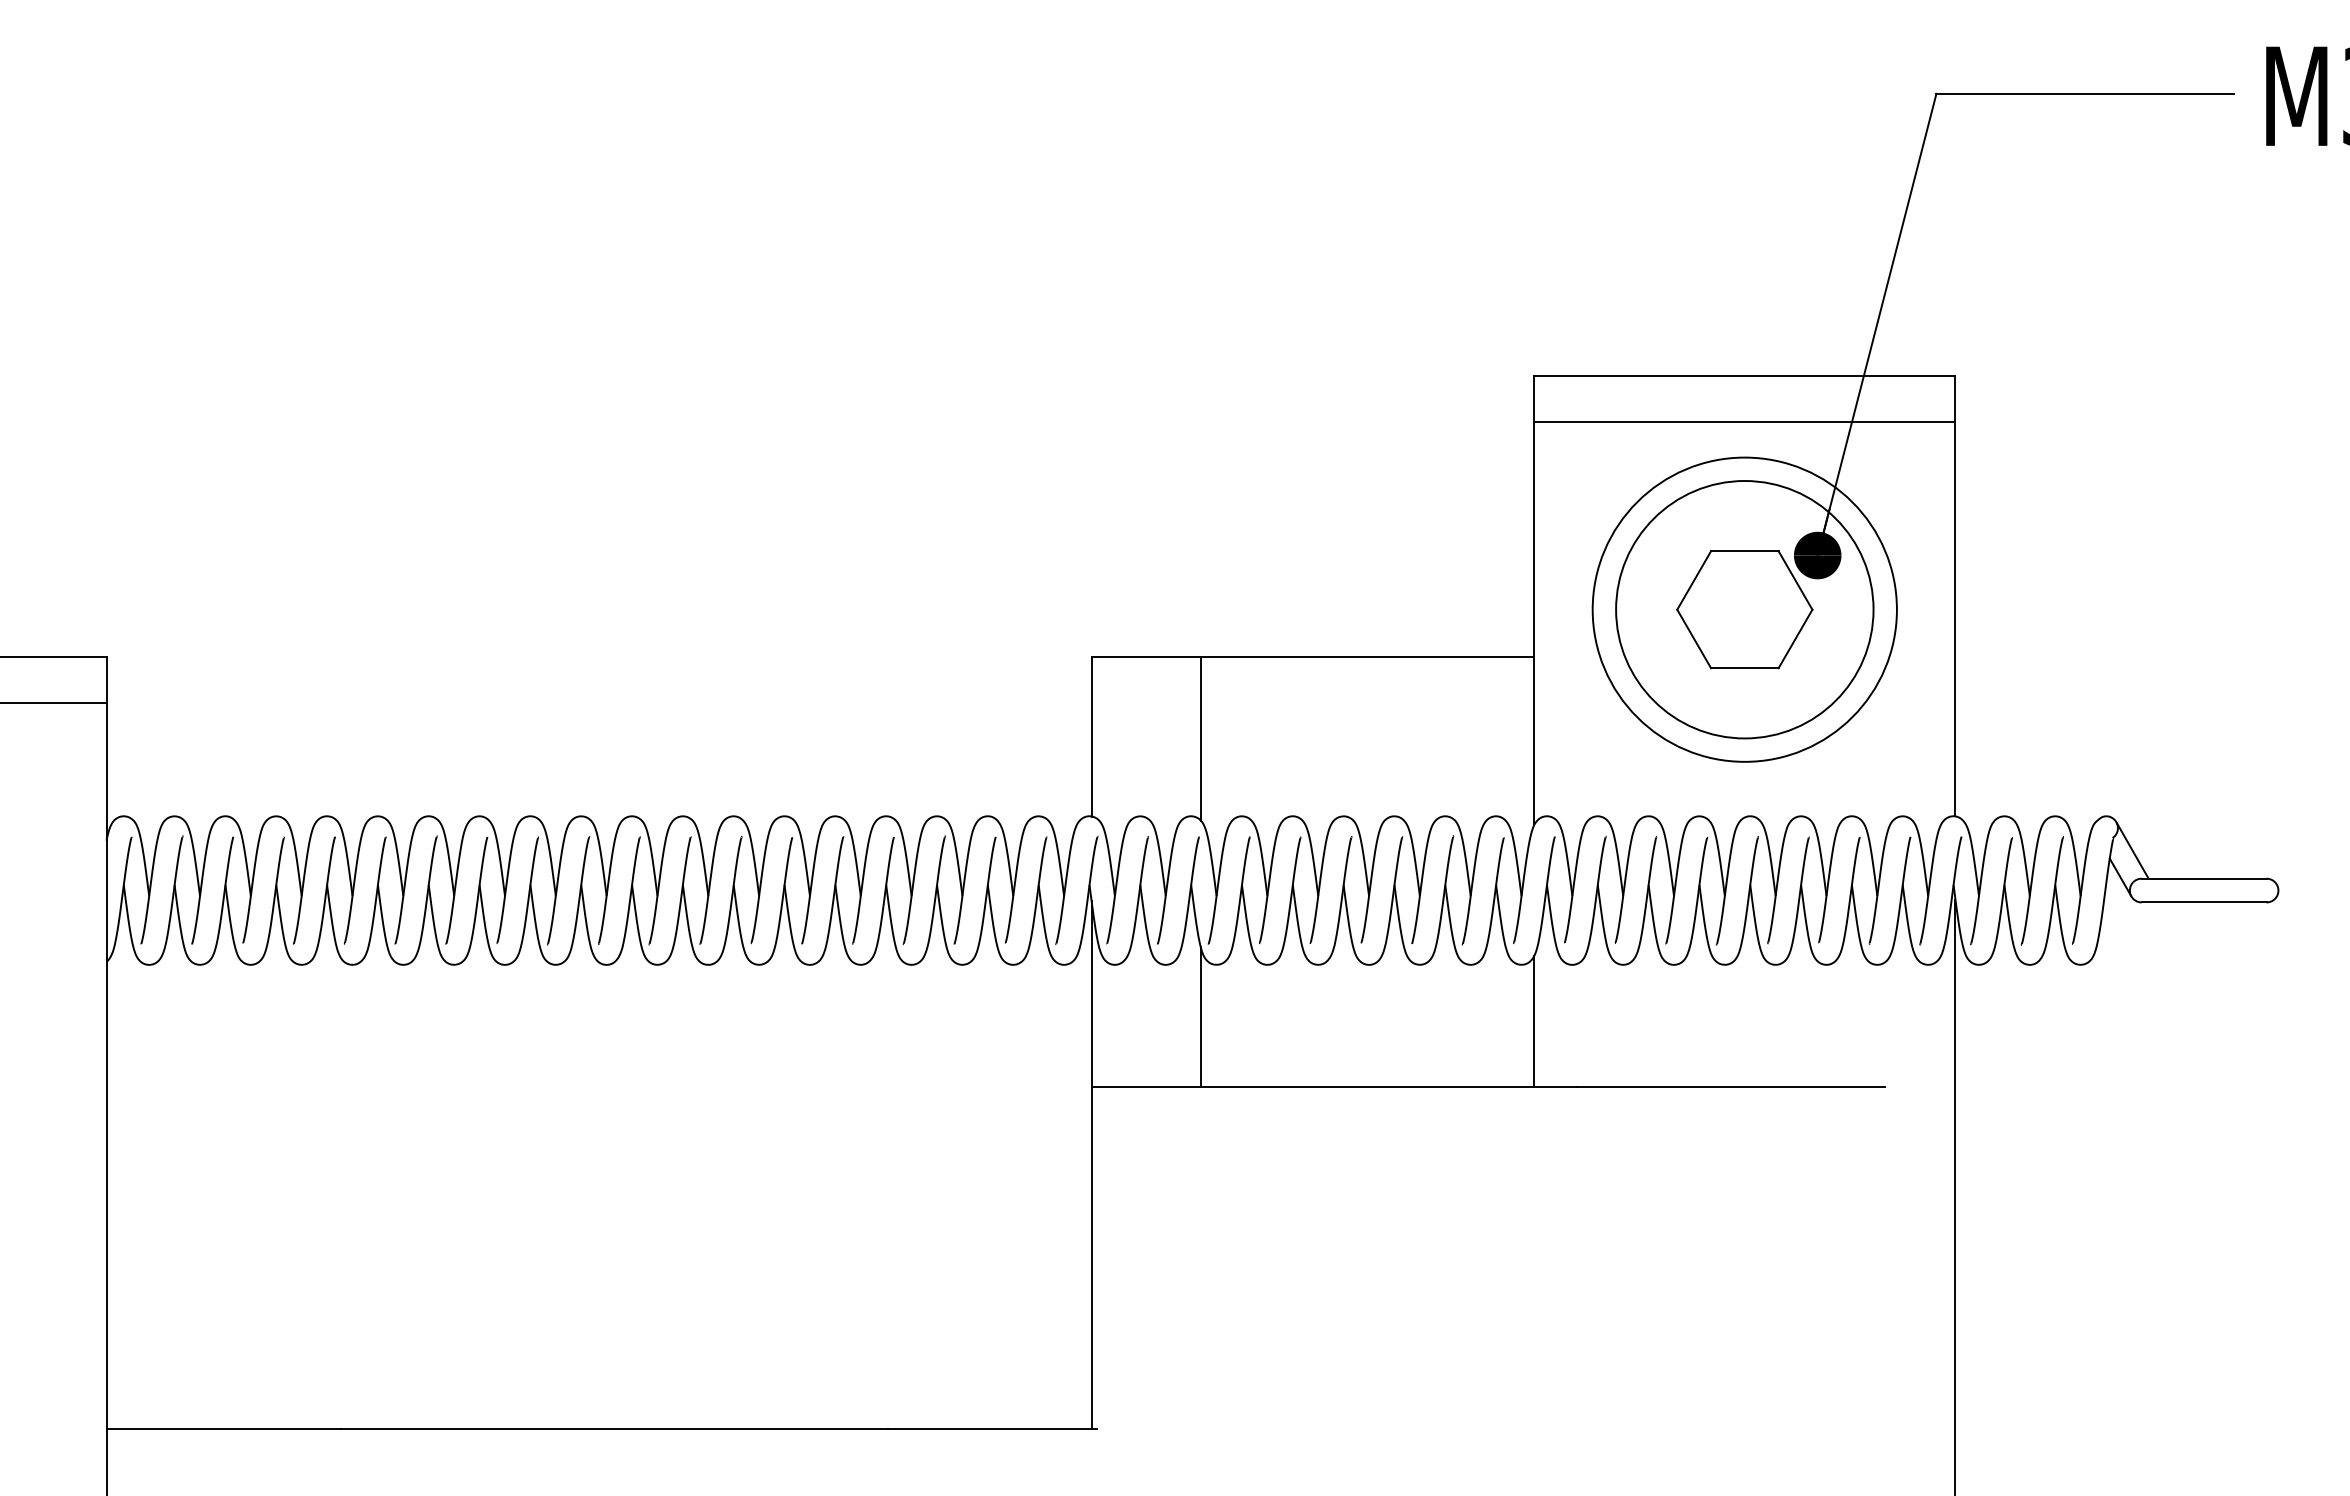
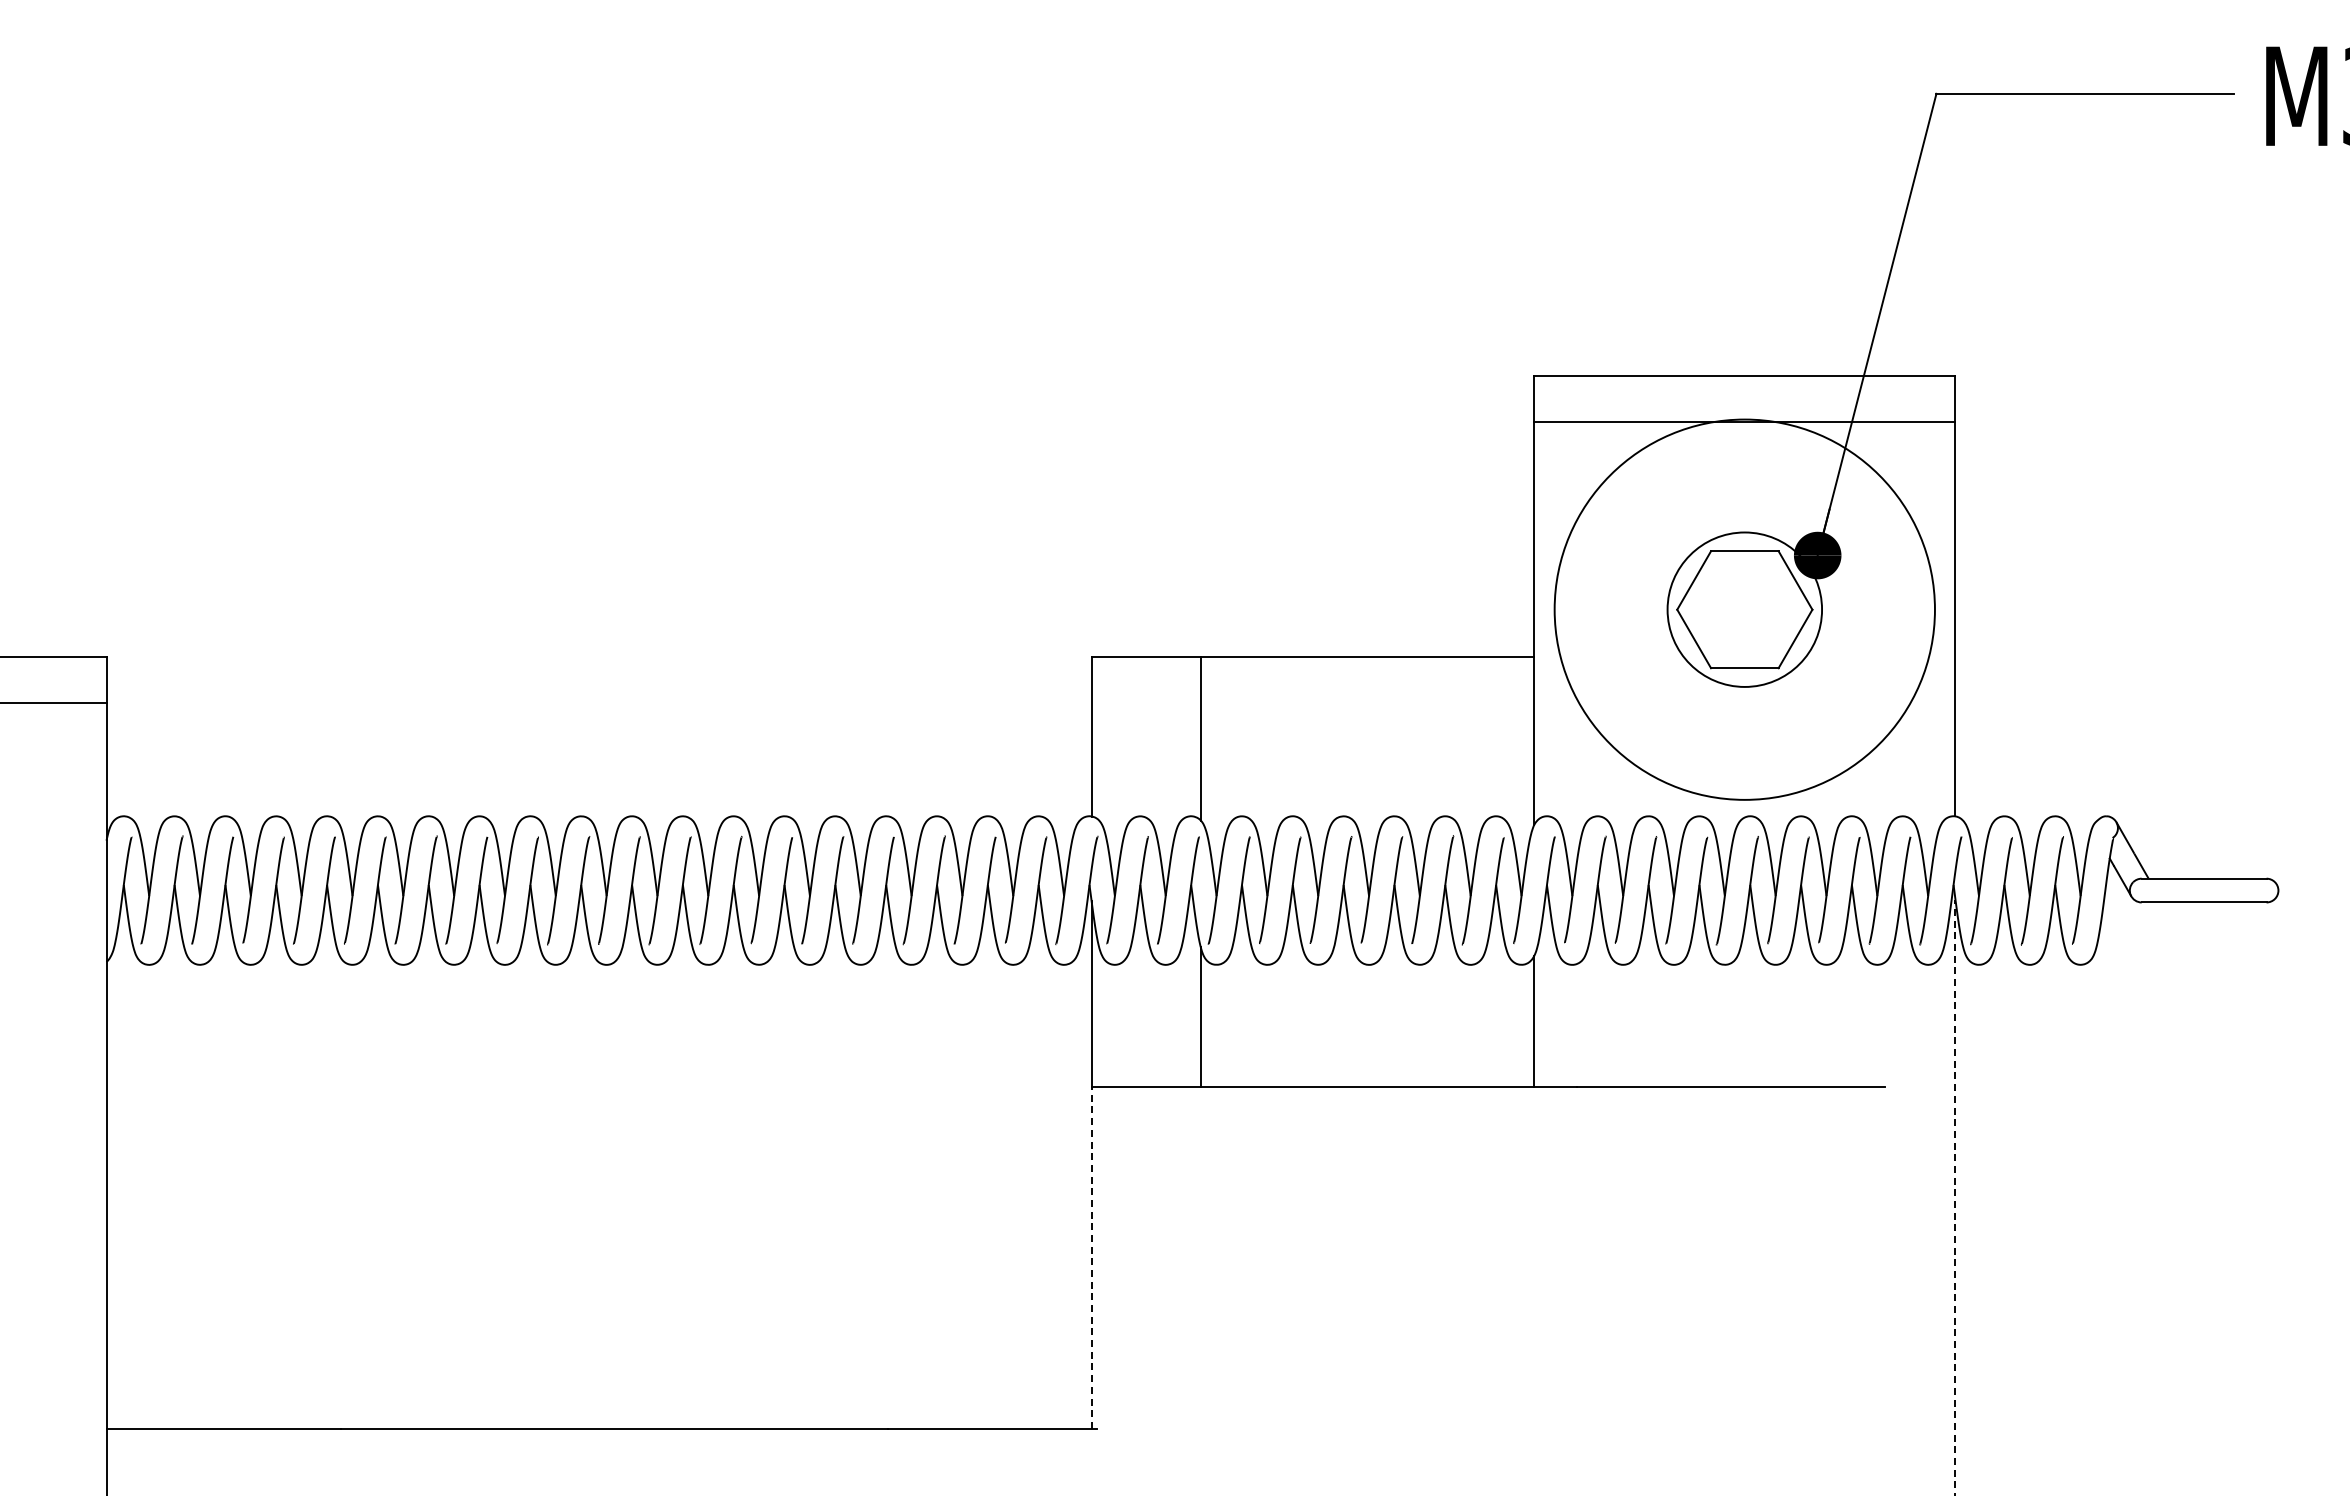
circle at (1744, 609) diameter: 257 px -> 154 px
circle at (1744, 609) diameter: 304 px -> 380 px
line at (1955, 1197): solid -> dashed
line at (1091, 1258): solid -> dashed
